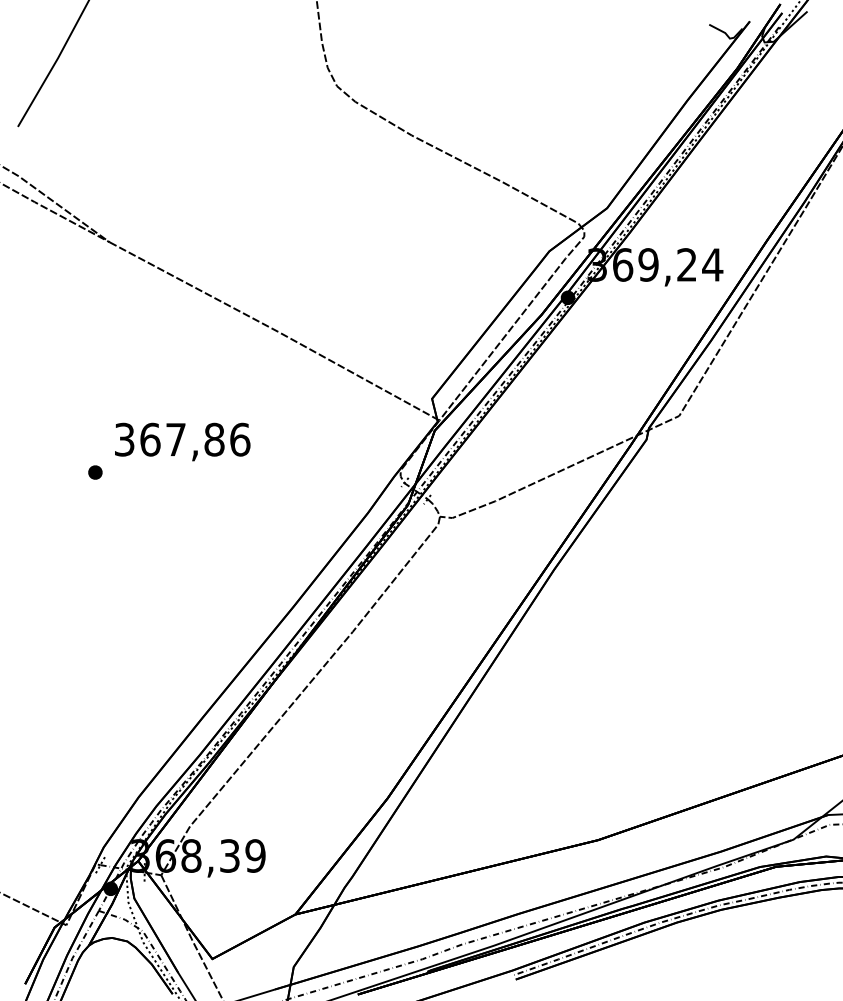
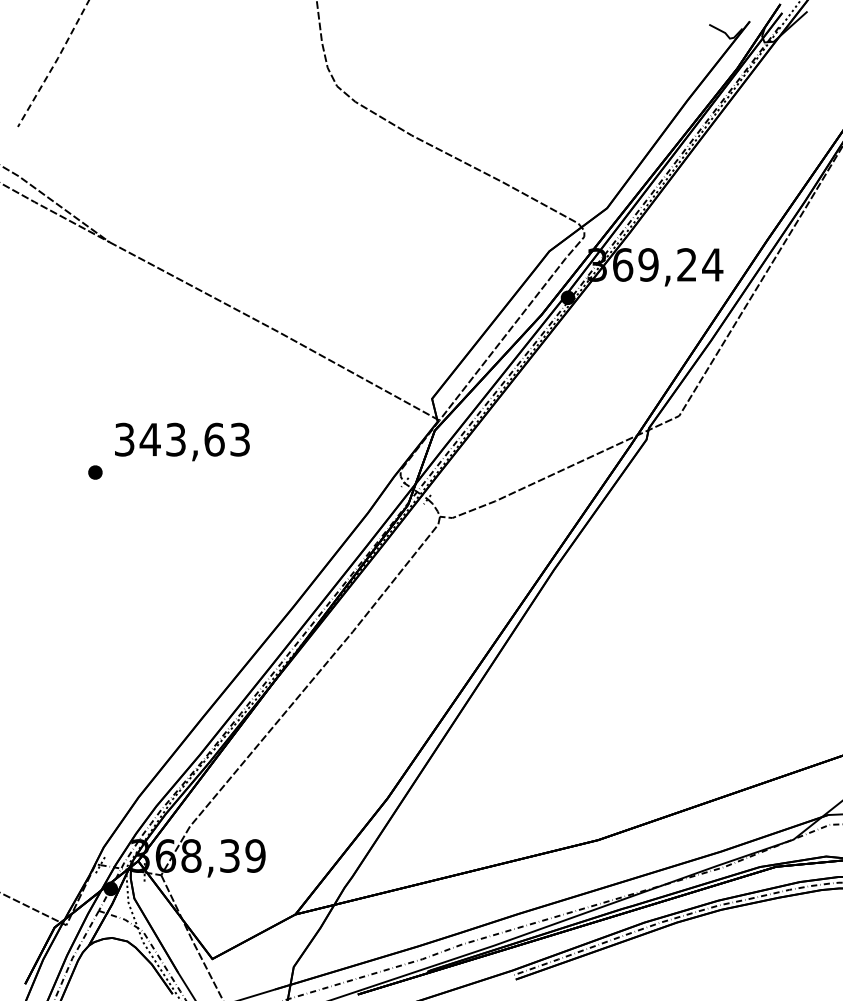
line at (54, 64): solid -> dashed
text at (194, 439): 367,86 -> 343,63
